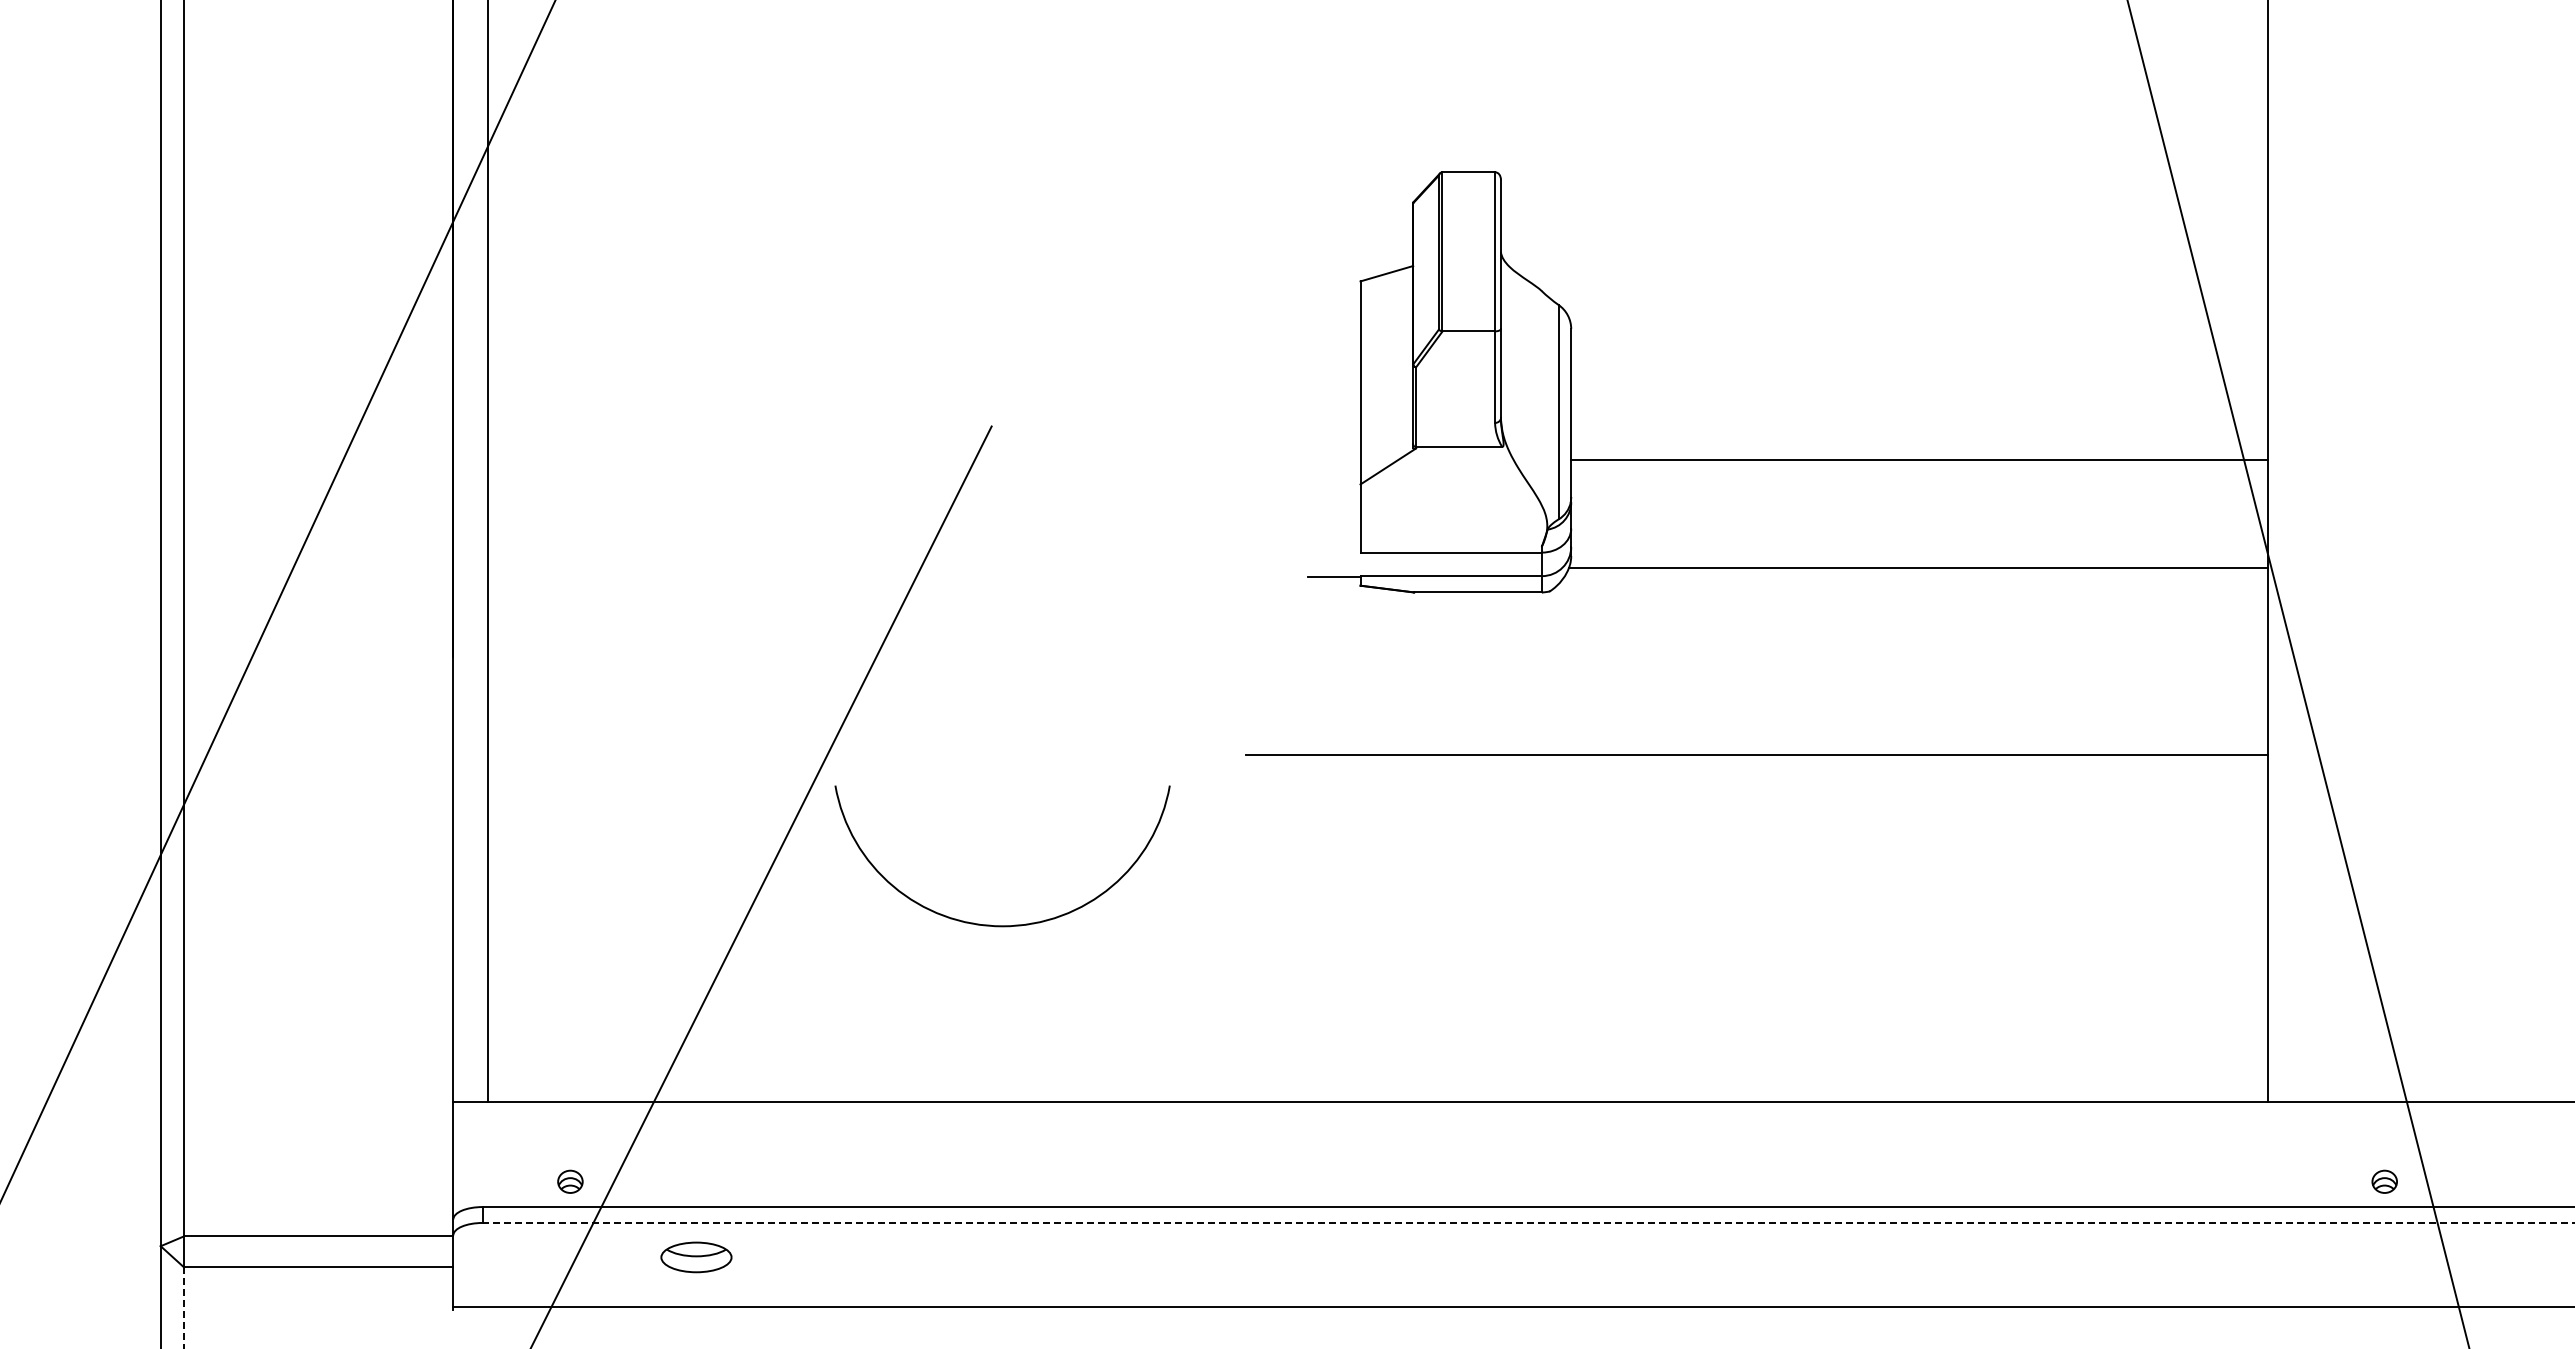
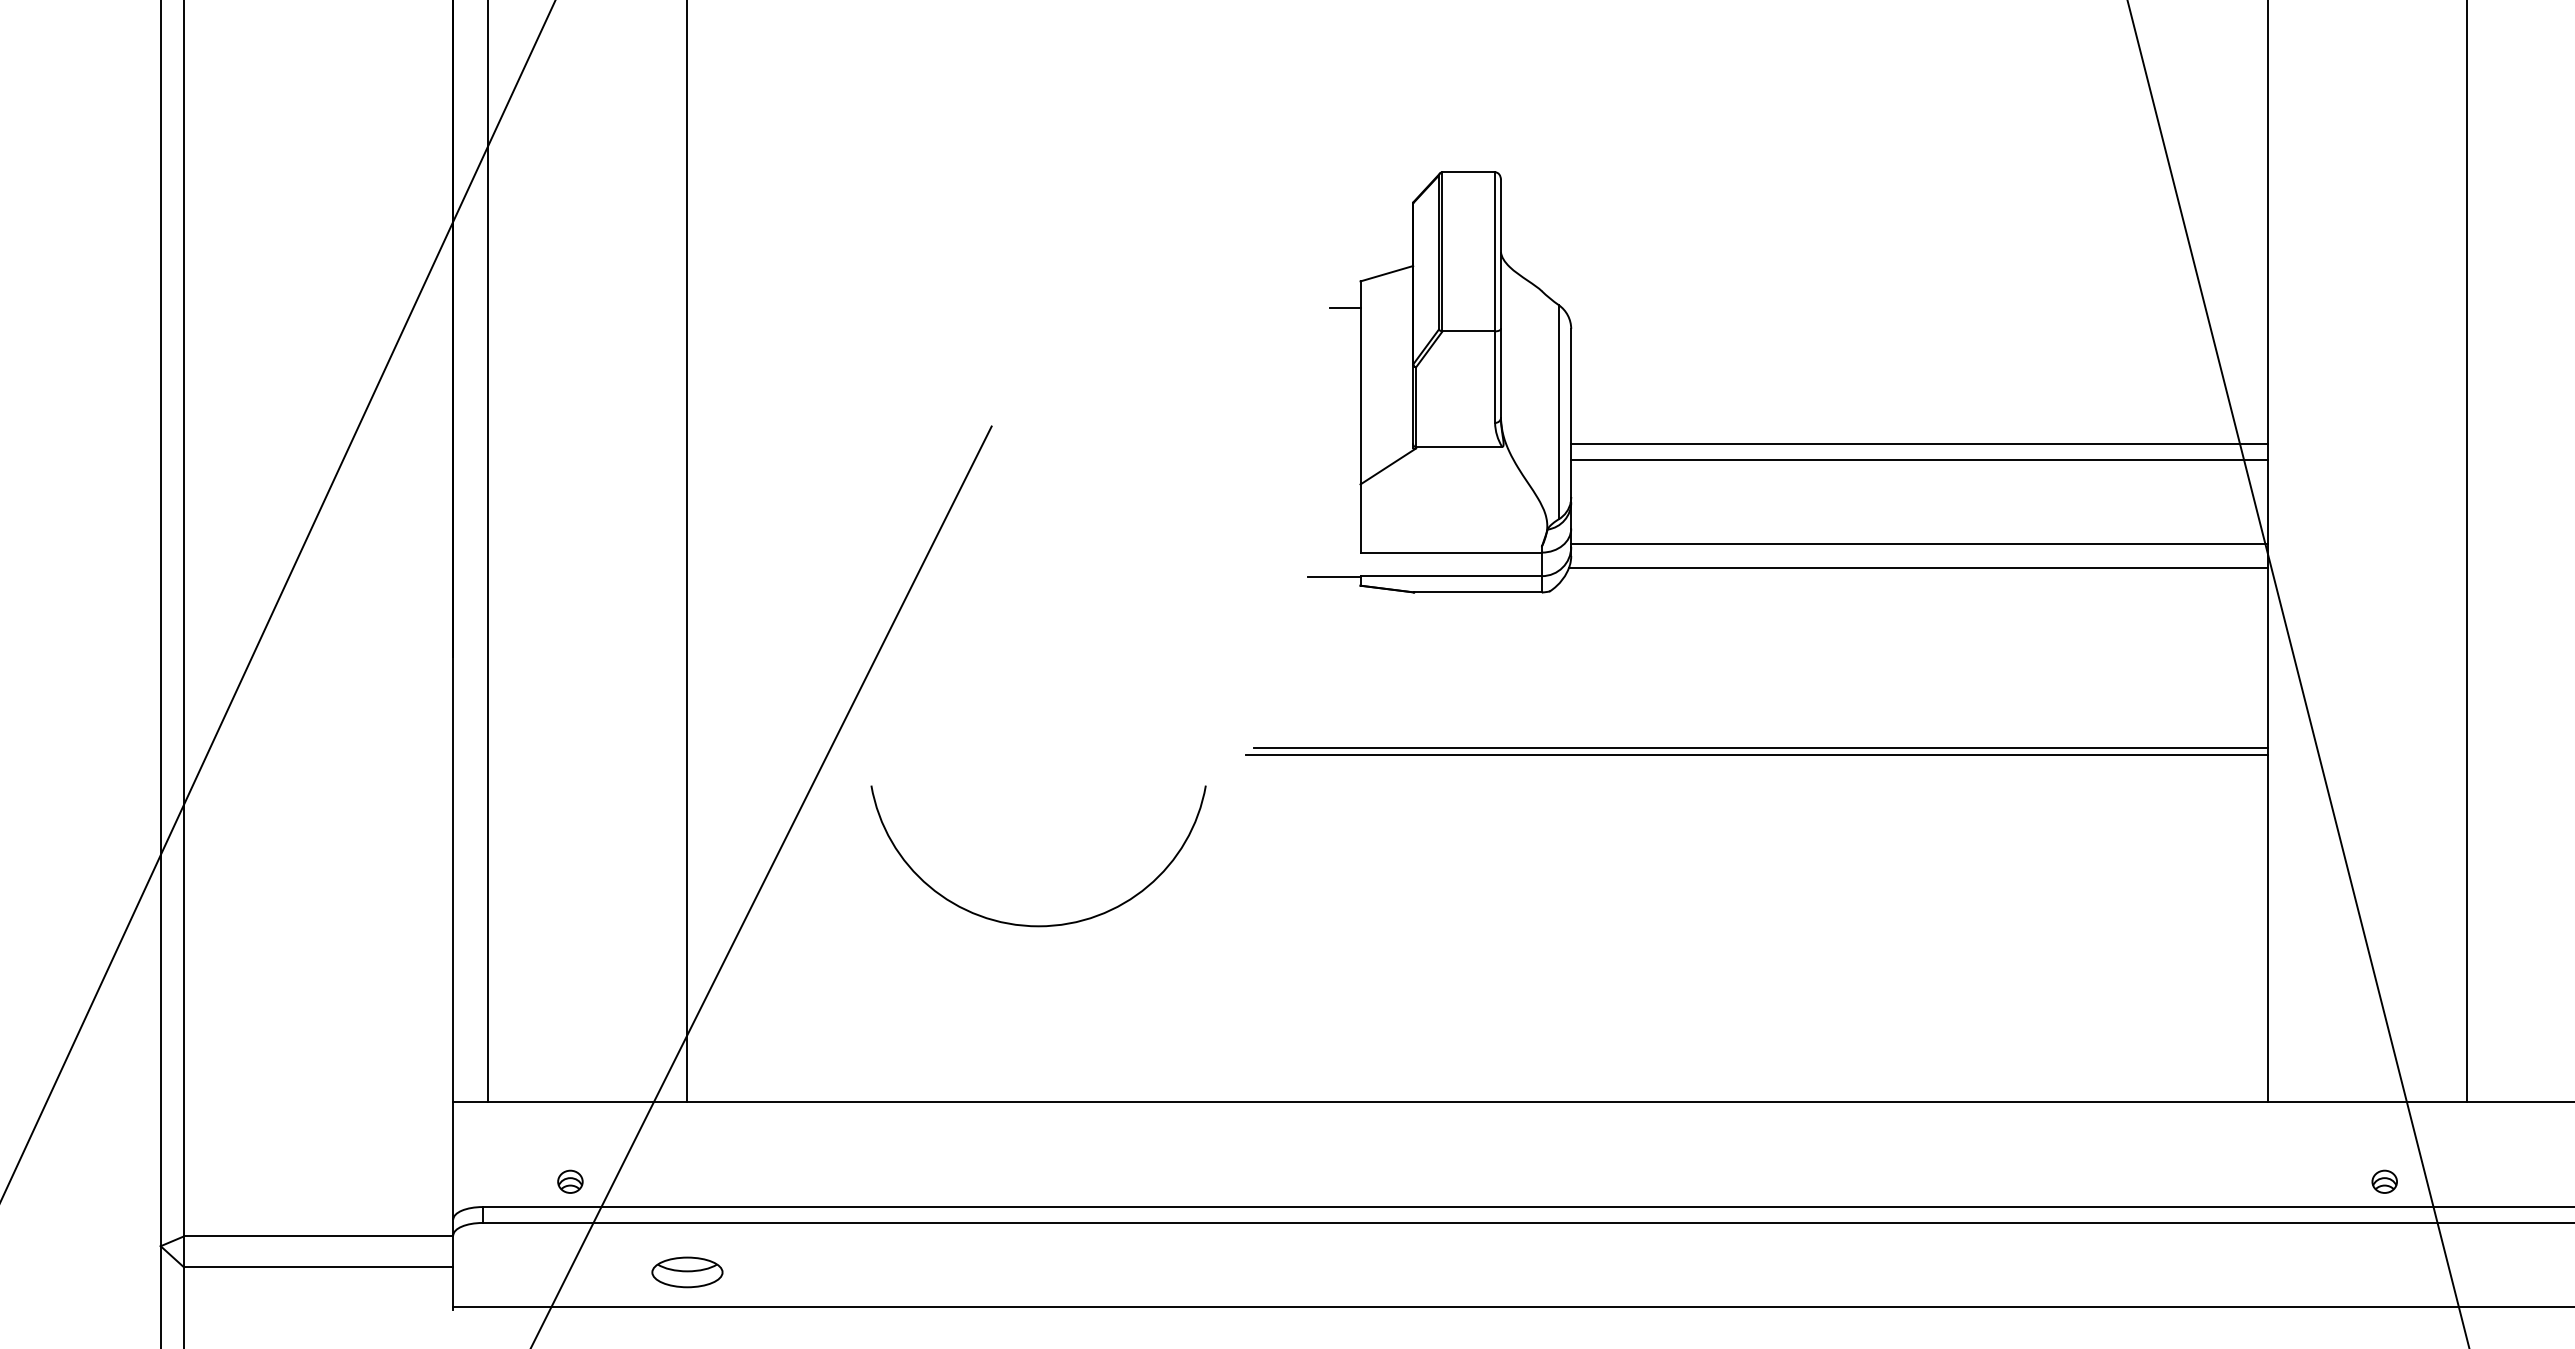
line at (1344, 307): none -> present
line at (1919, 444): none -> present
line at (1919, 544): none -> present
line at (687, 552): none -> present
line at (2466, 552): none -> present
line at (1760, 747): none -> present
arc at (1002, 925) position: (1002, 925) -> (1038, 925)
line at (1528, 1222): dashed -> solid
part at (696, 1257) position: (696, 1257) -> (687, 1272)
line at (184, 1308): dashed -> solid
